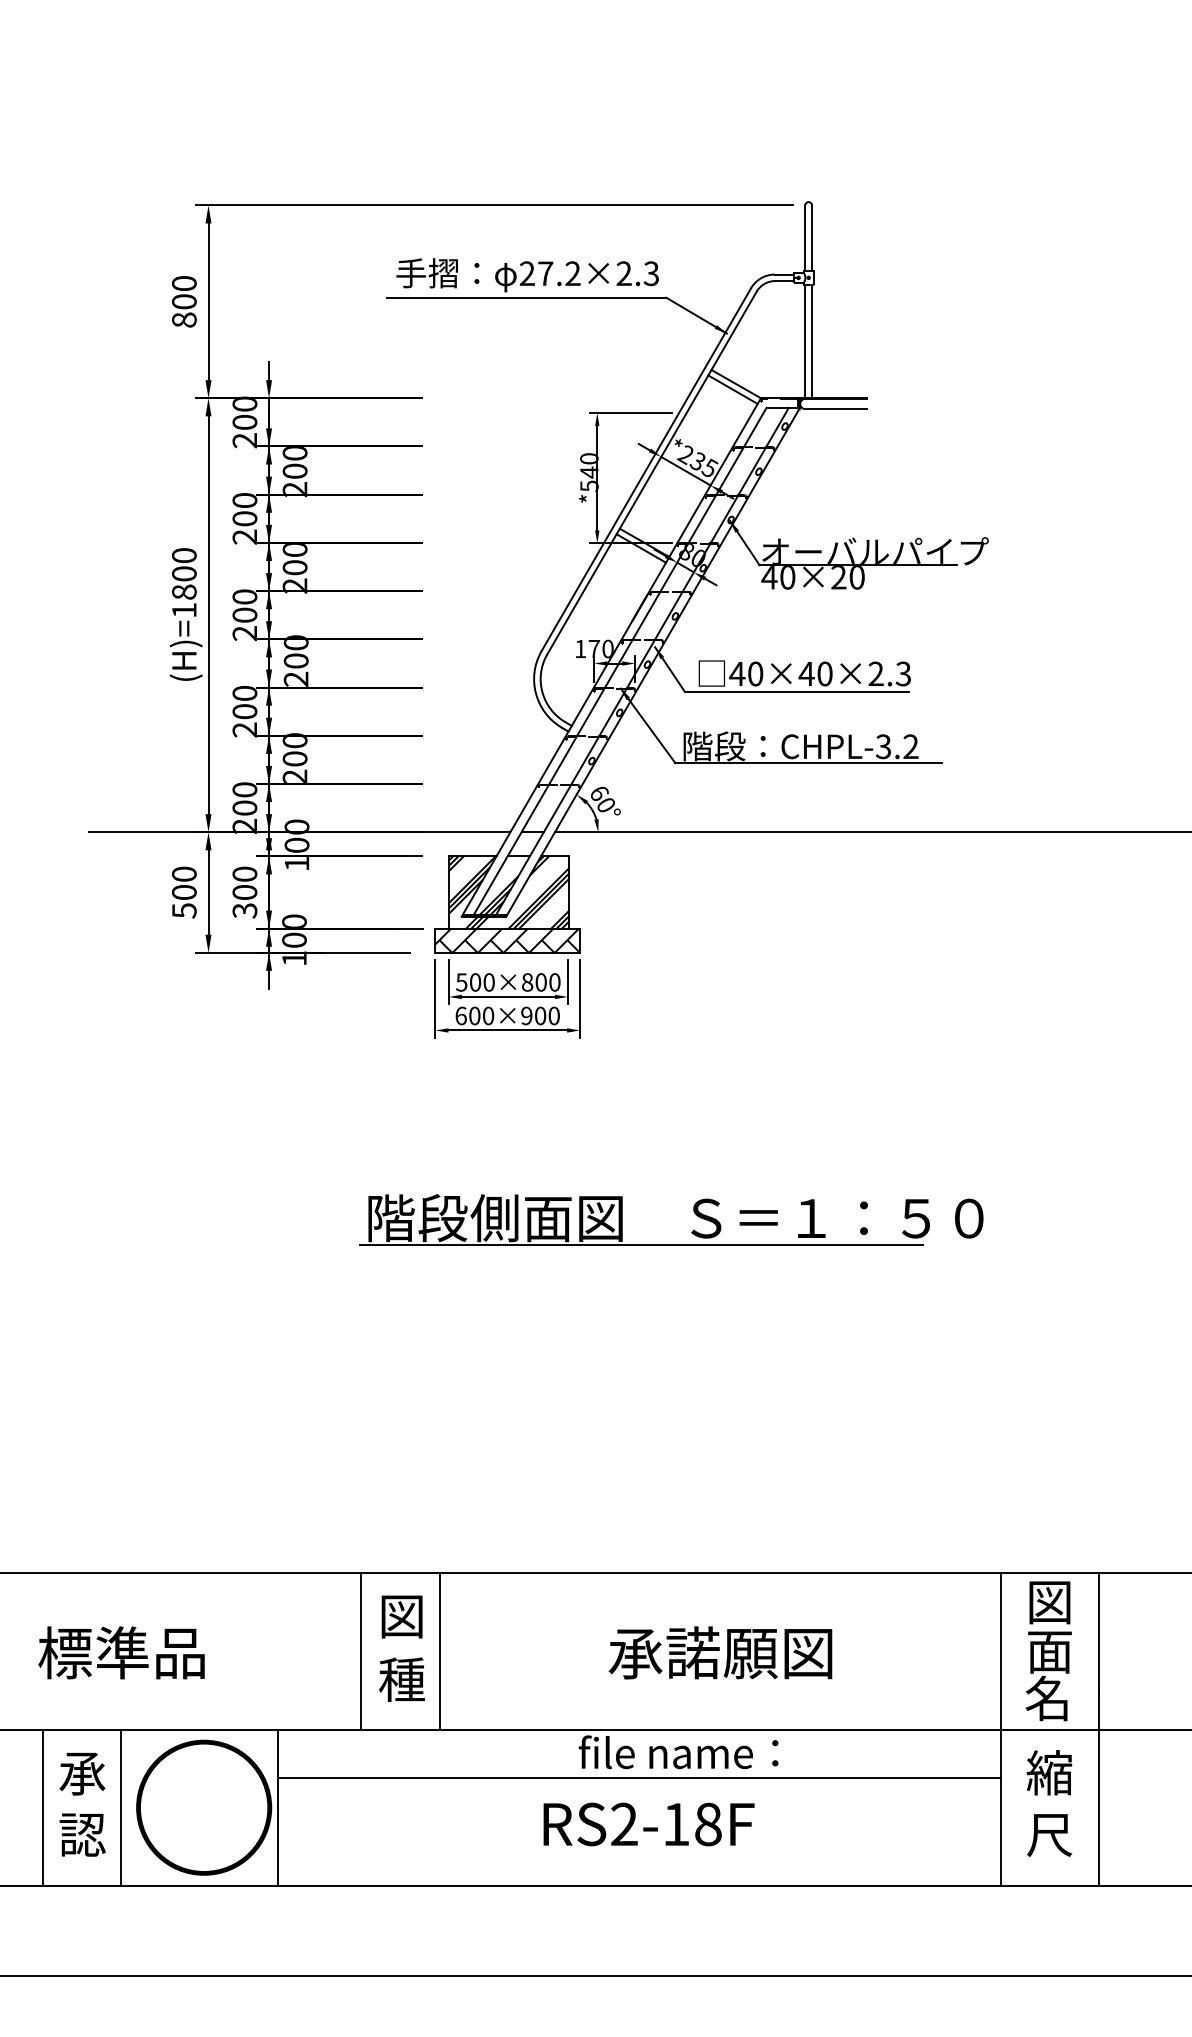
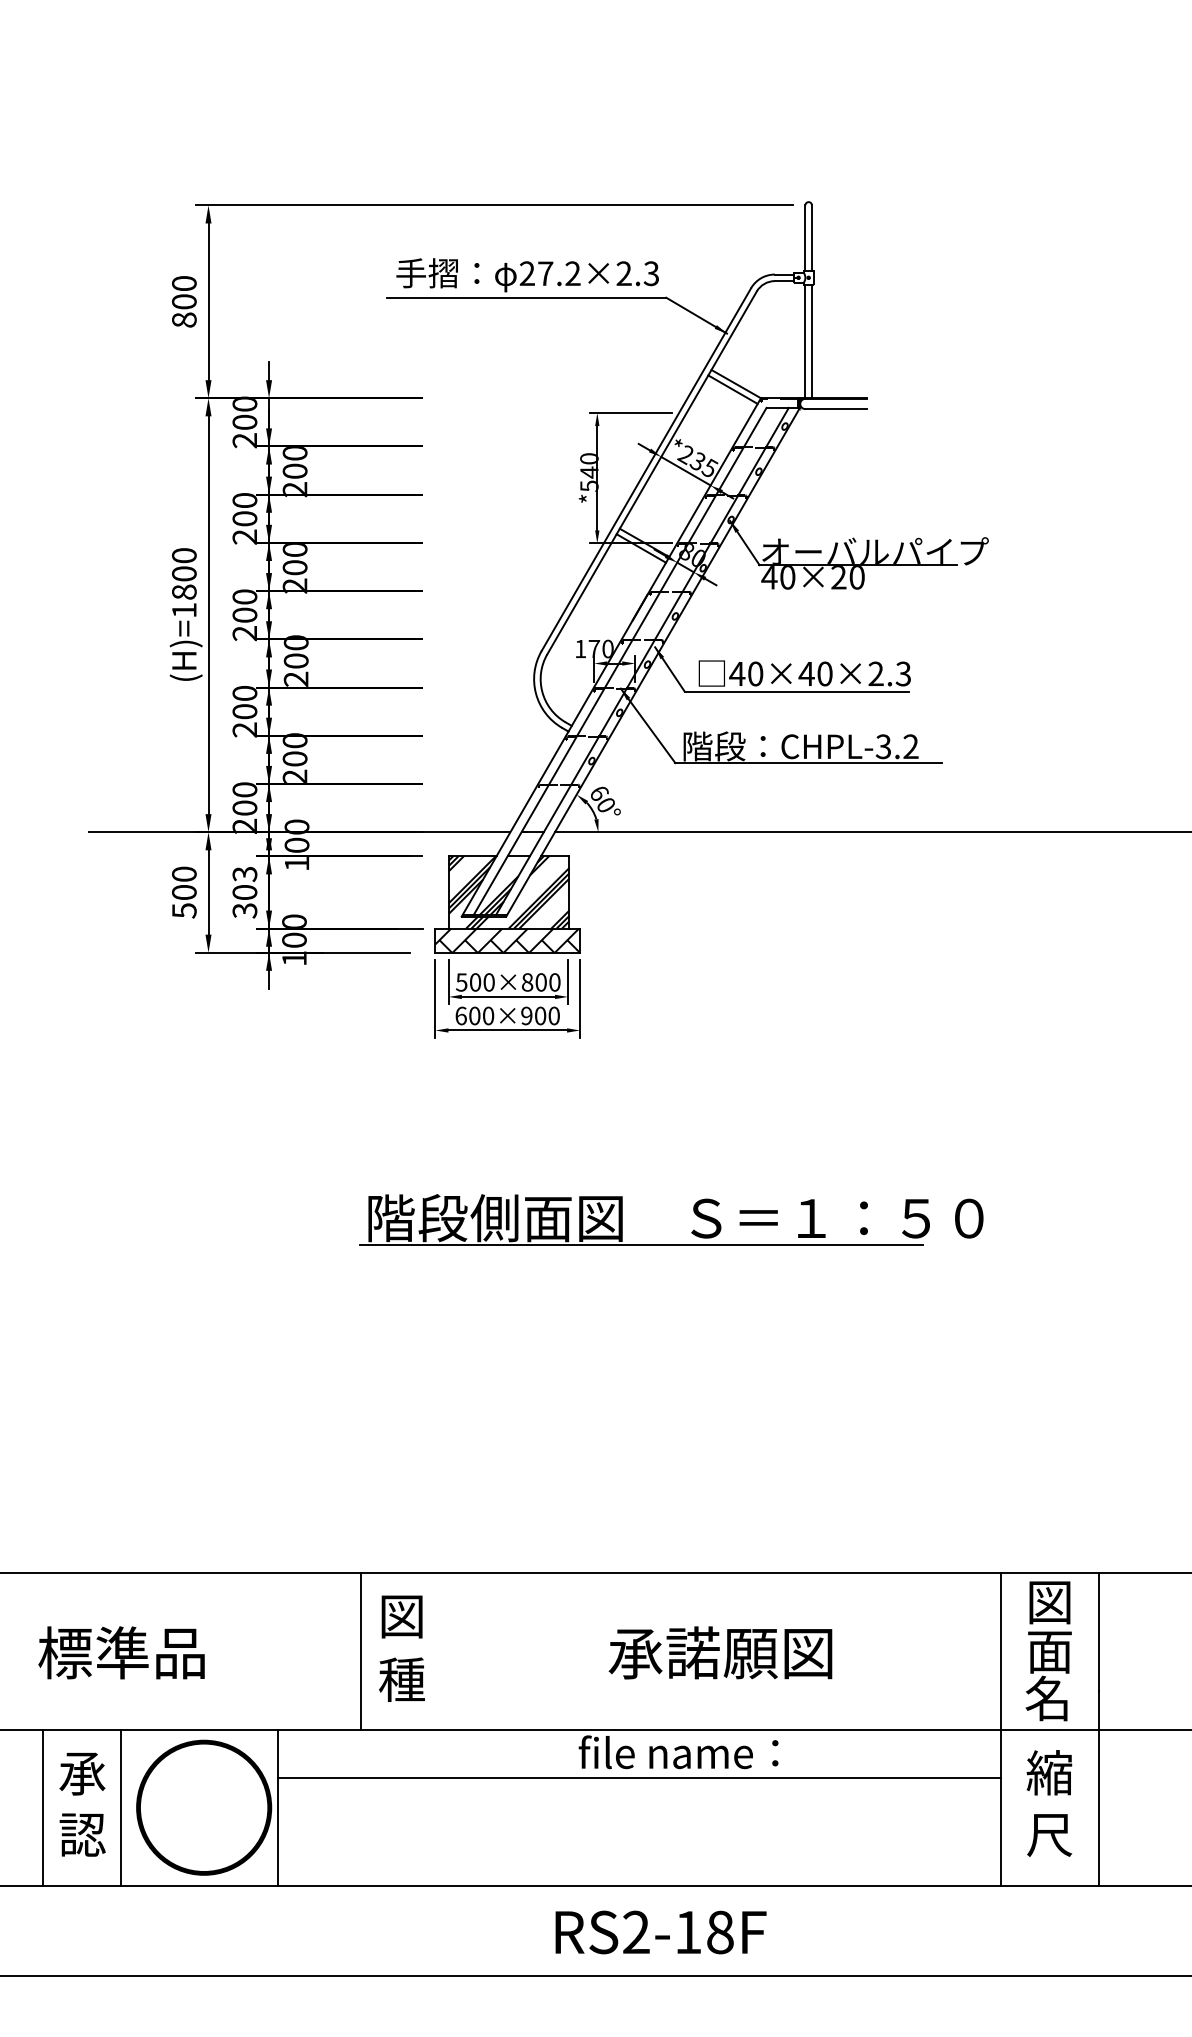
text at (244, 874): 300 -> 303
line at (439, 1650): present -> none
text at (648, 1824) position: (648, 1824) -> (660, 1932)
